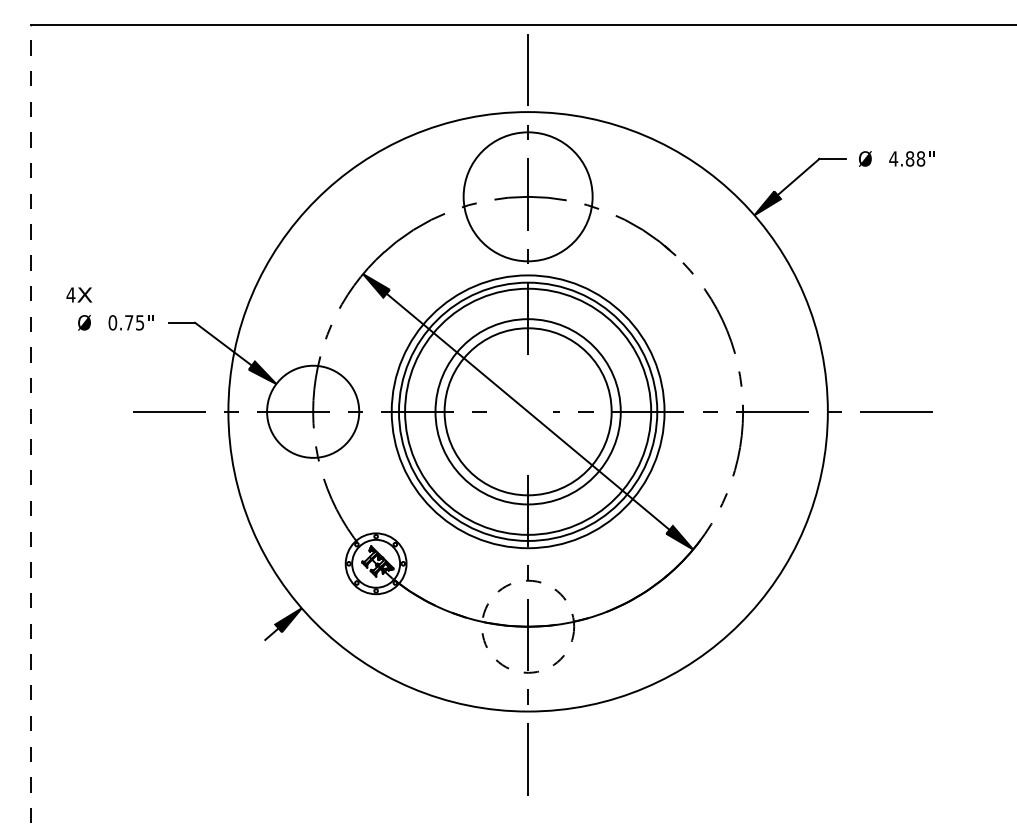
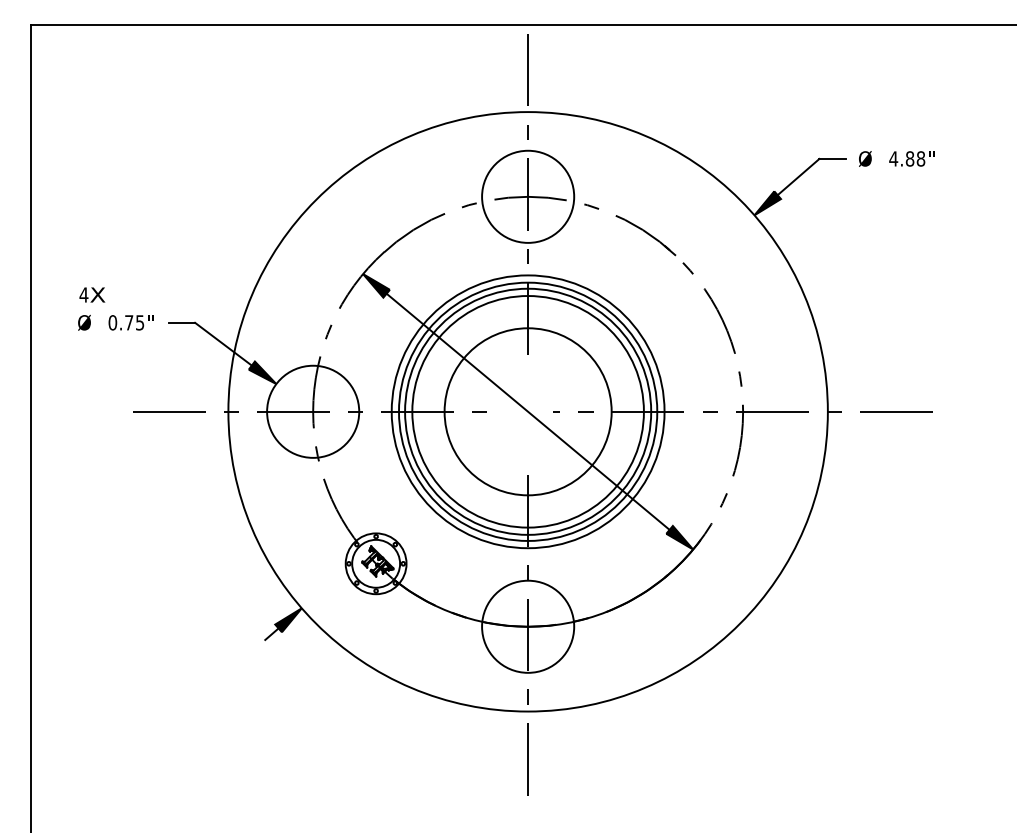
circle at (527, 196) diameter: 129 px -> 92 px
text at (79, 294) position: (79, 294) -> (92, 294)
circle at (527, 411) diameter: 185 px -> 232 px
line at (30, 428): dashed -> solid
circle at (528, 626): dashed -> solid
